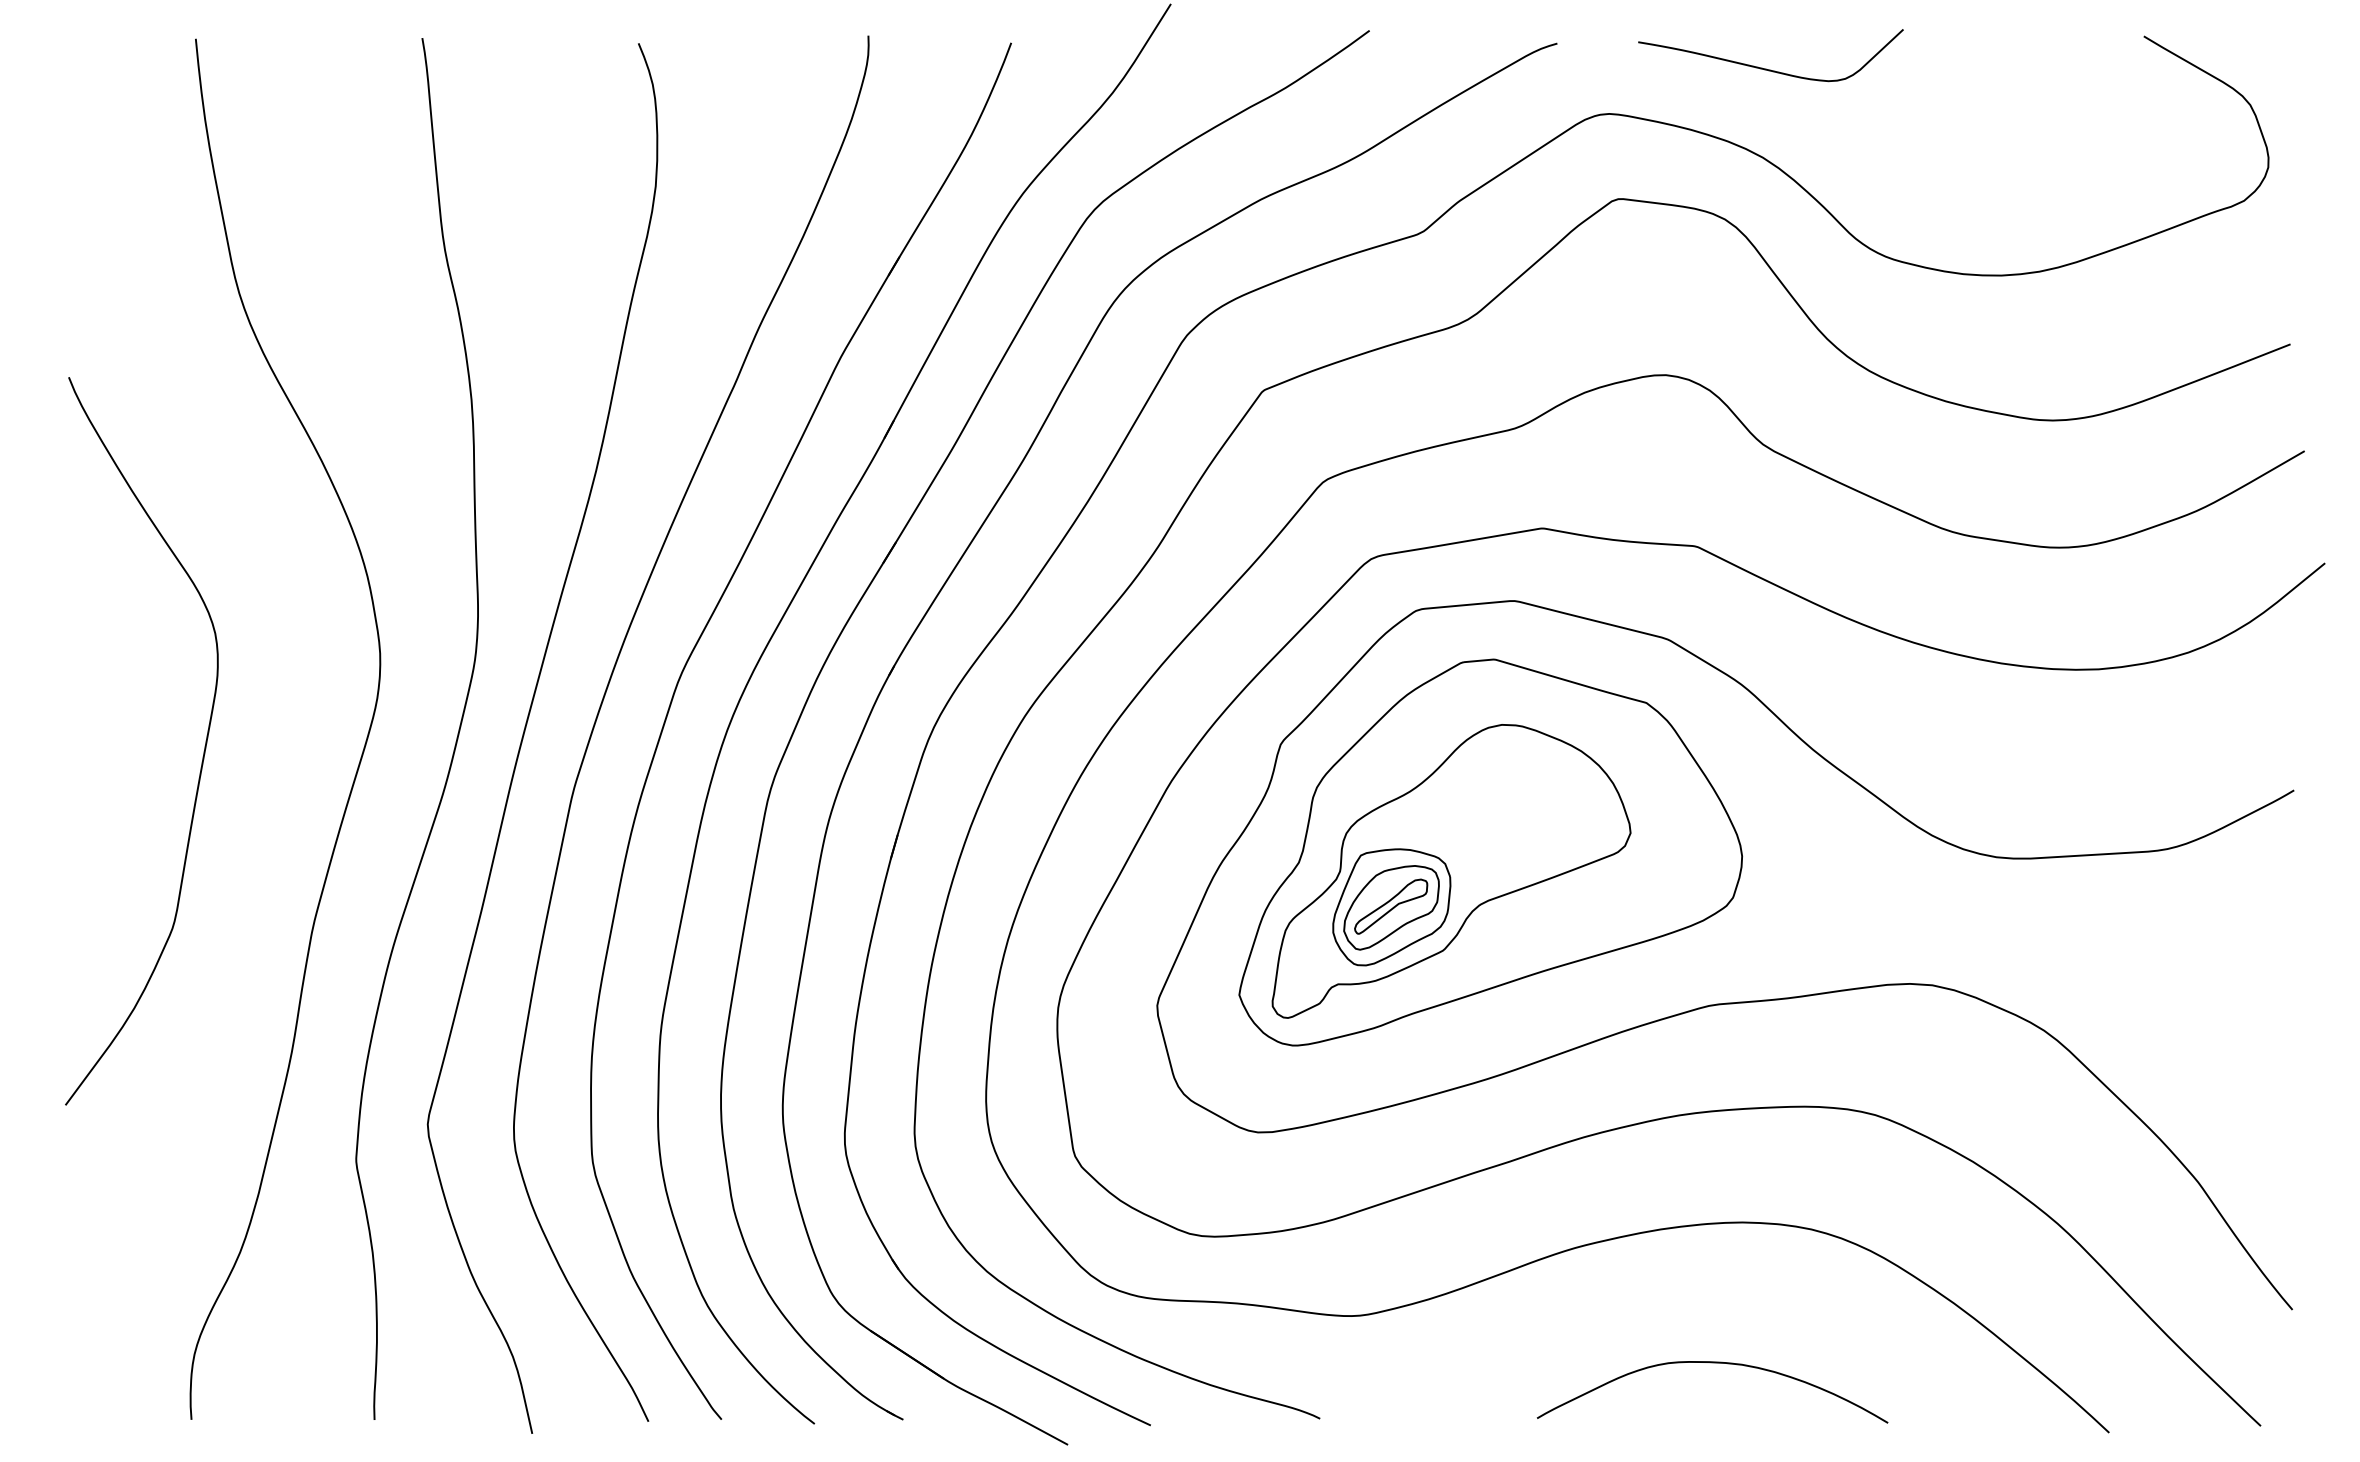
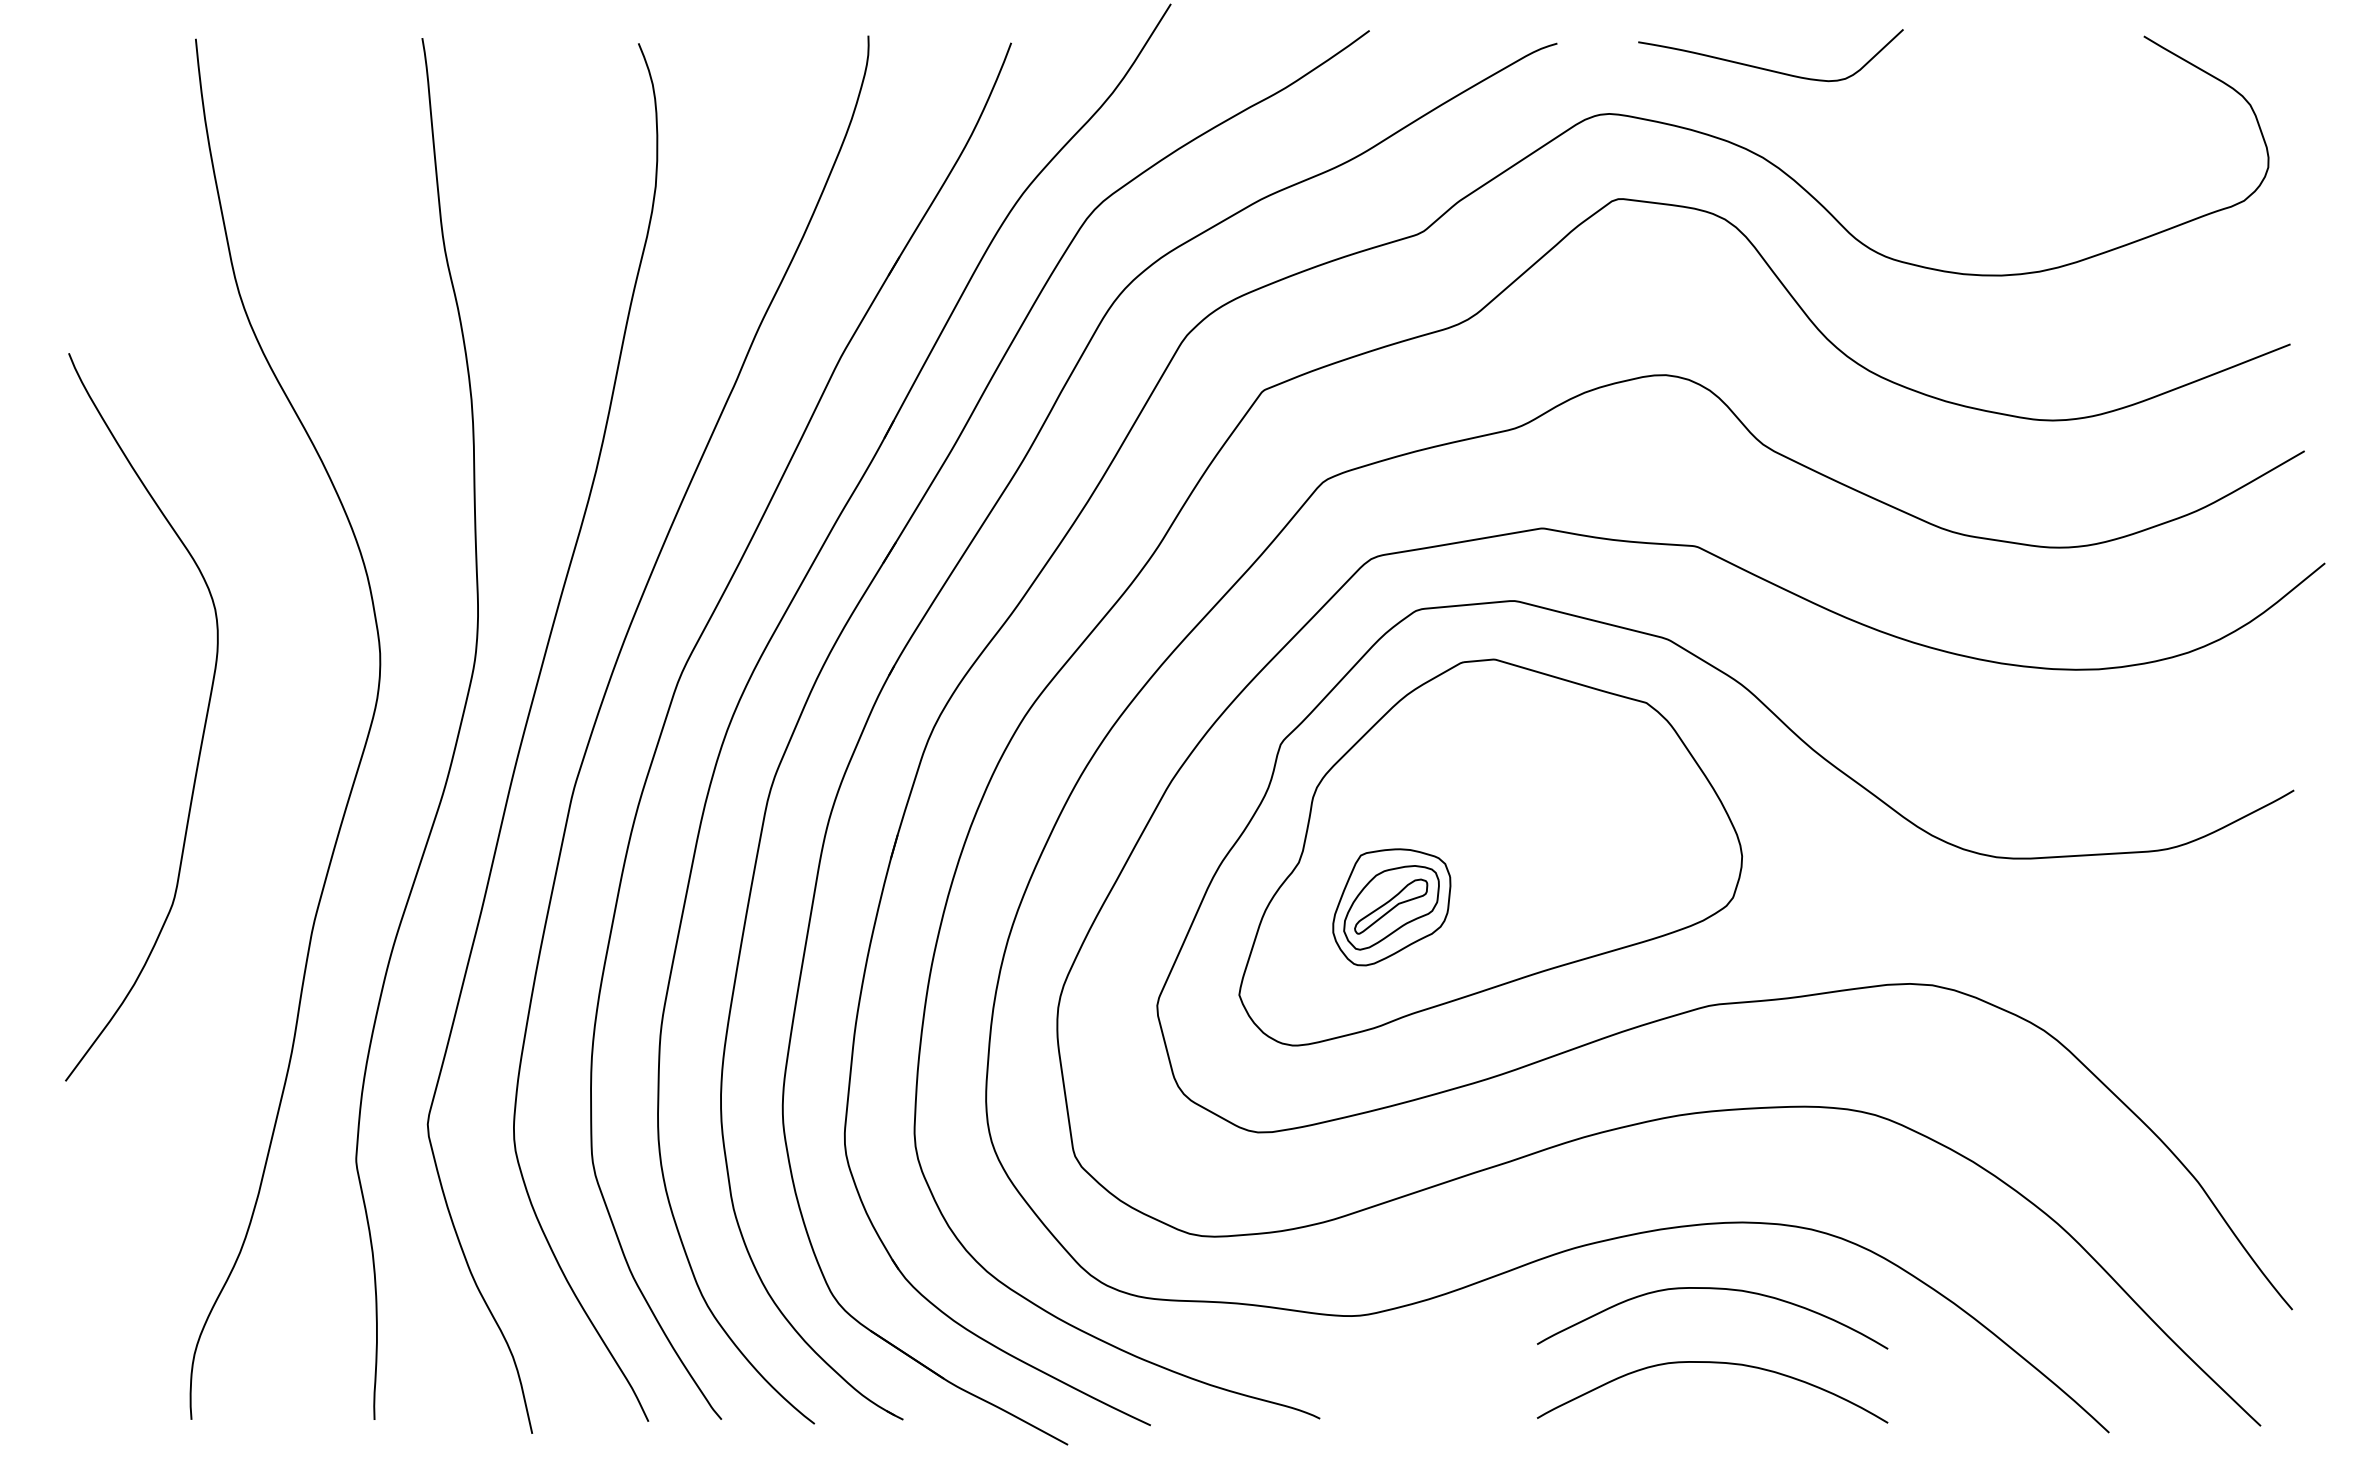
curve at (203, 751) position: (203, 751) -> (203, 727)
part at (1451, 871): present -> none
curve at (1712, 1289): none -> present
